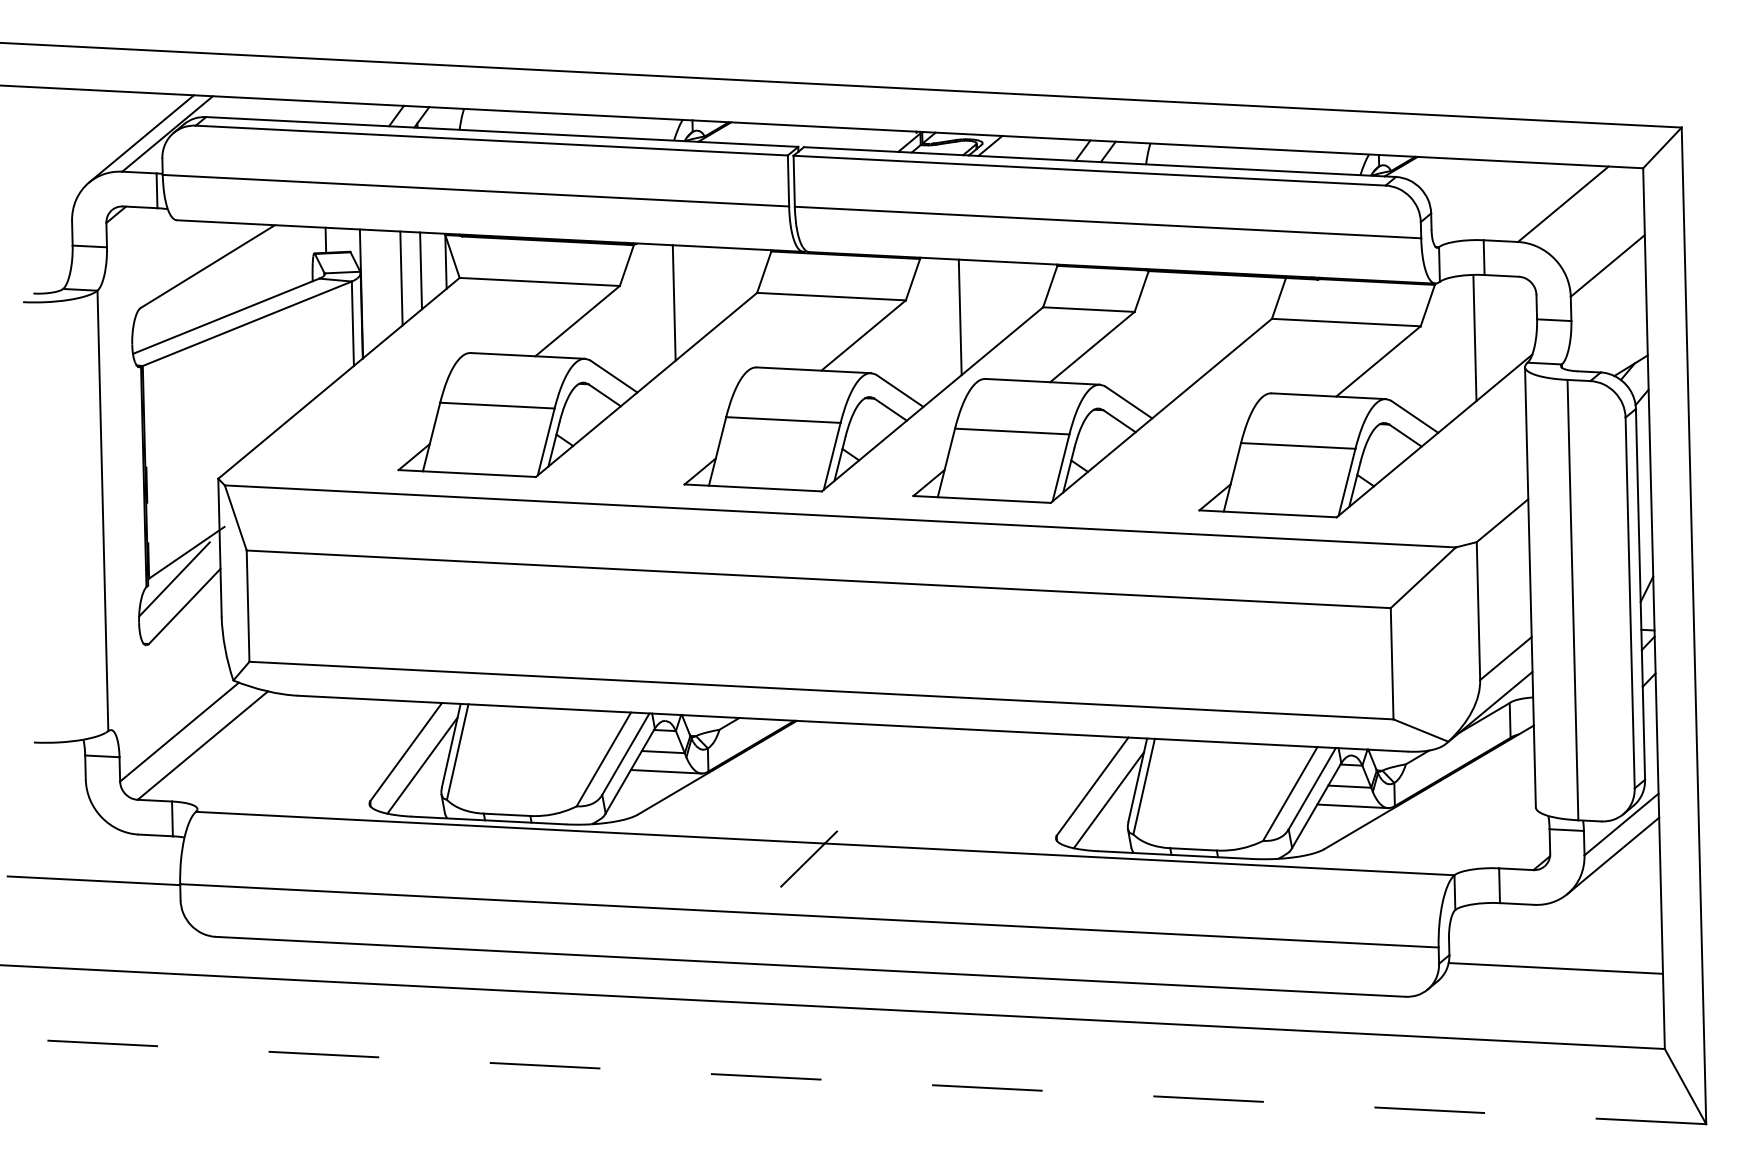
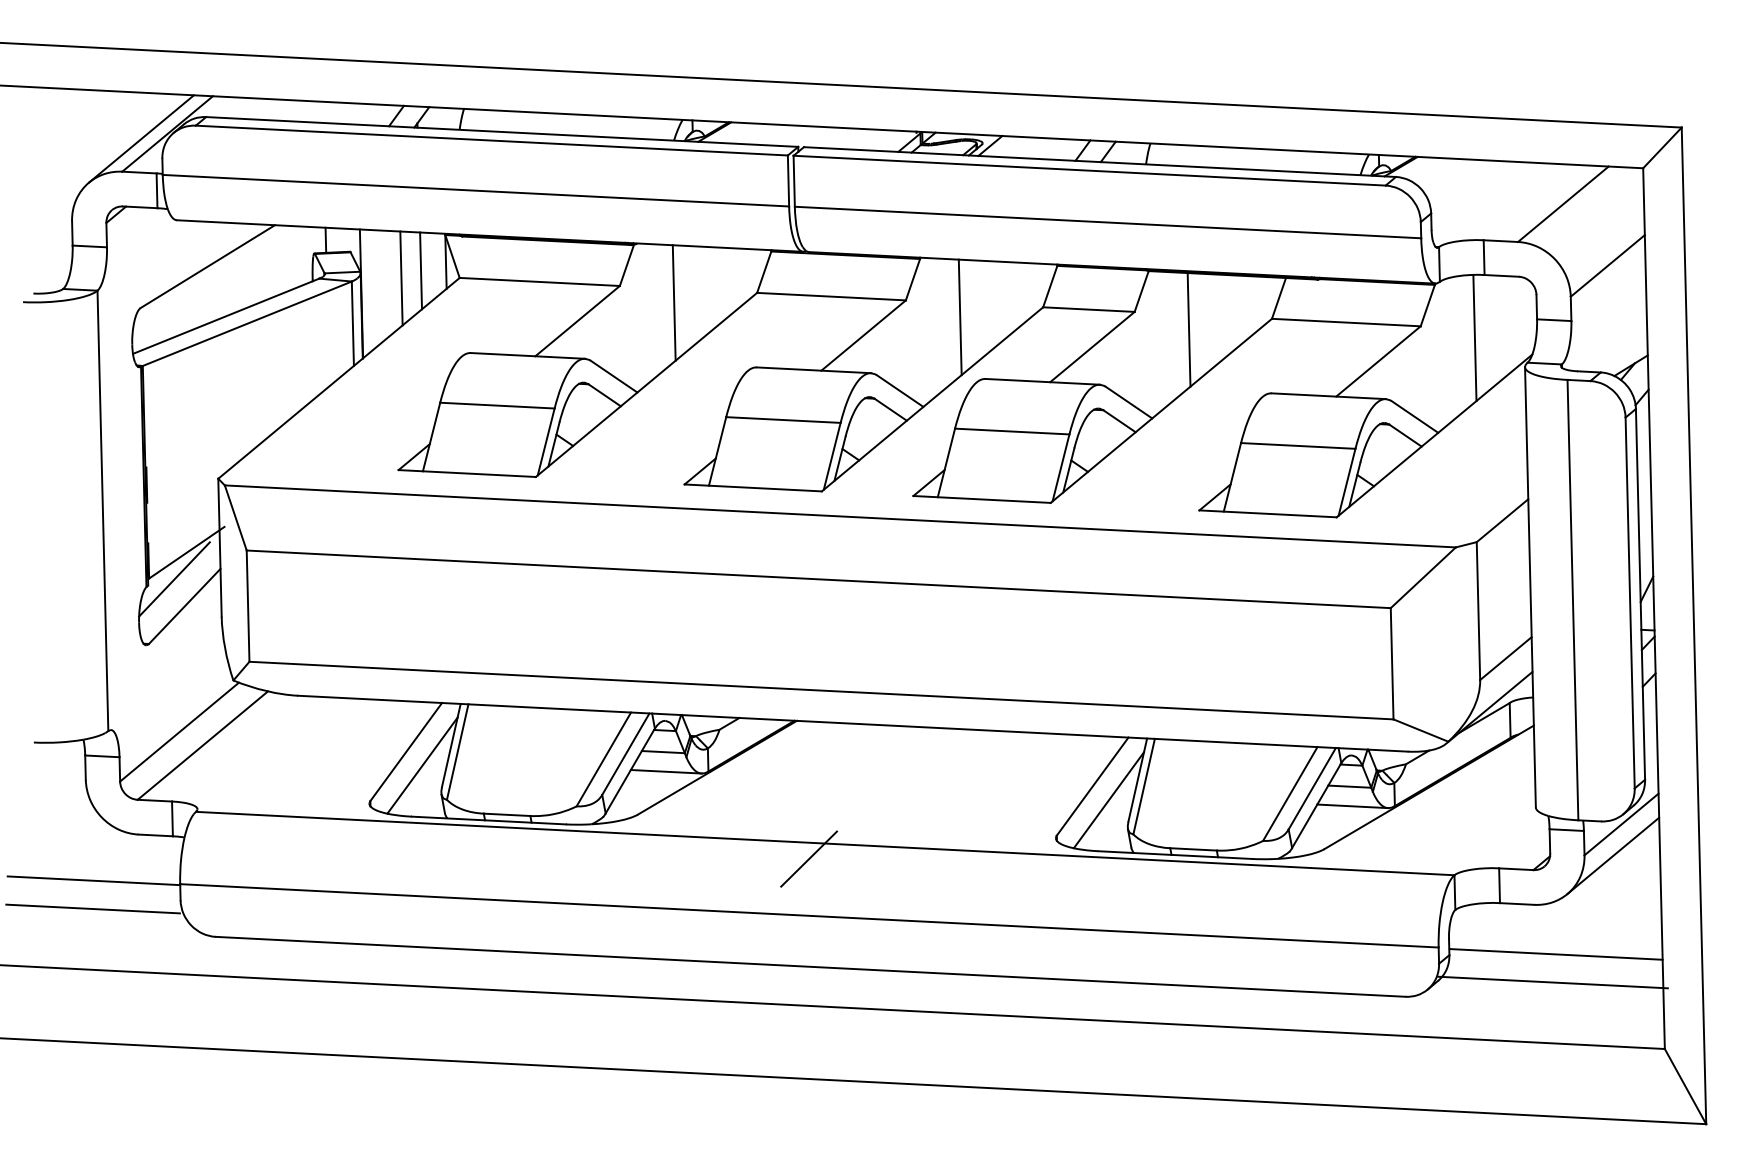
line at (1188, 329): none -> present
line at (92, 908): none -> present
line at (1554, 968) position: (1554, 968) -> (1555, 954)
line at (1552, 982): none -> present
line at (852, 1081): dashed -> solid
